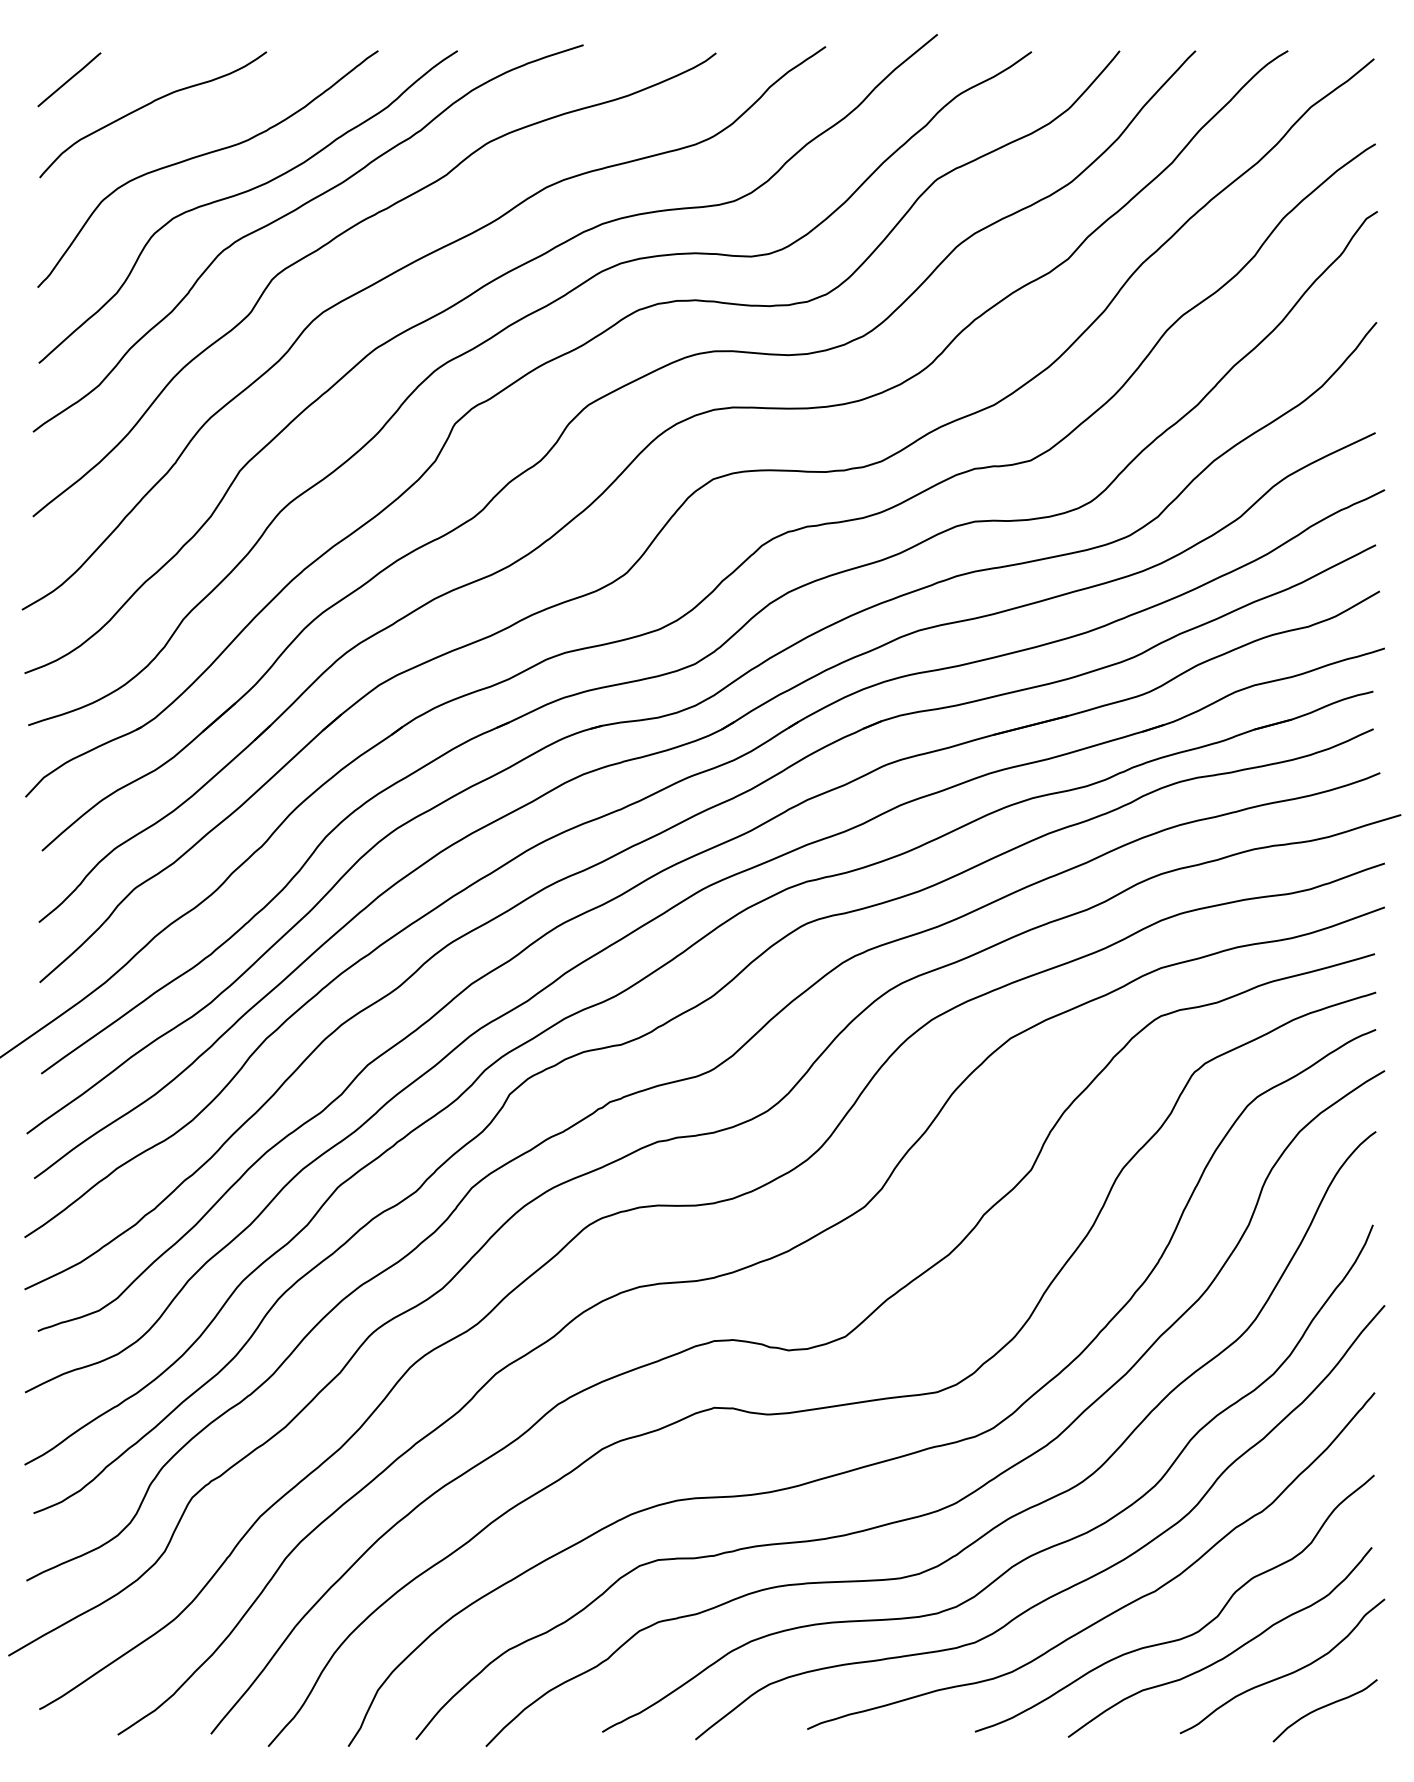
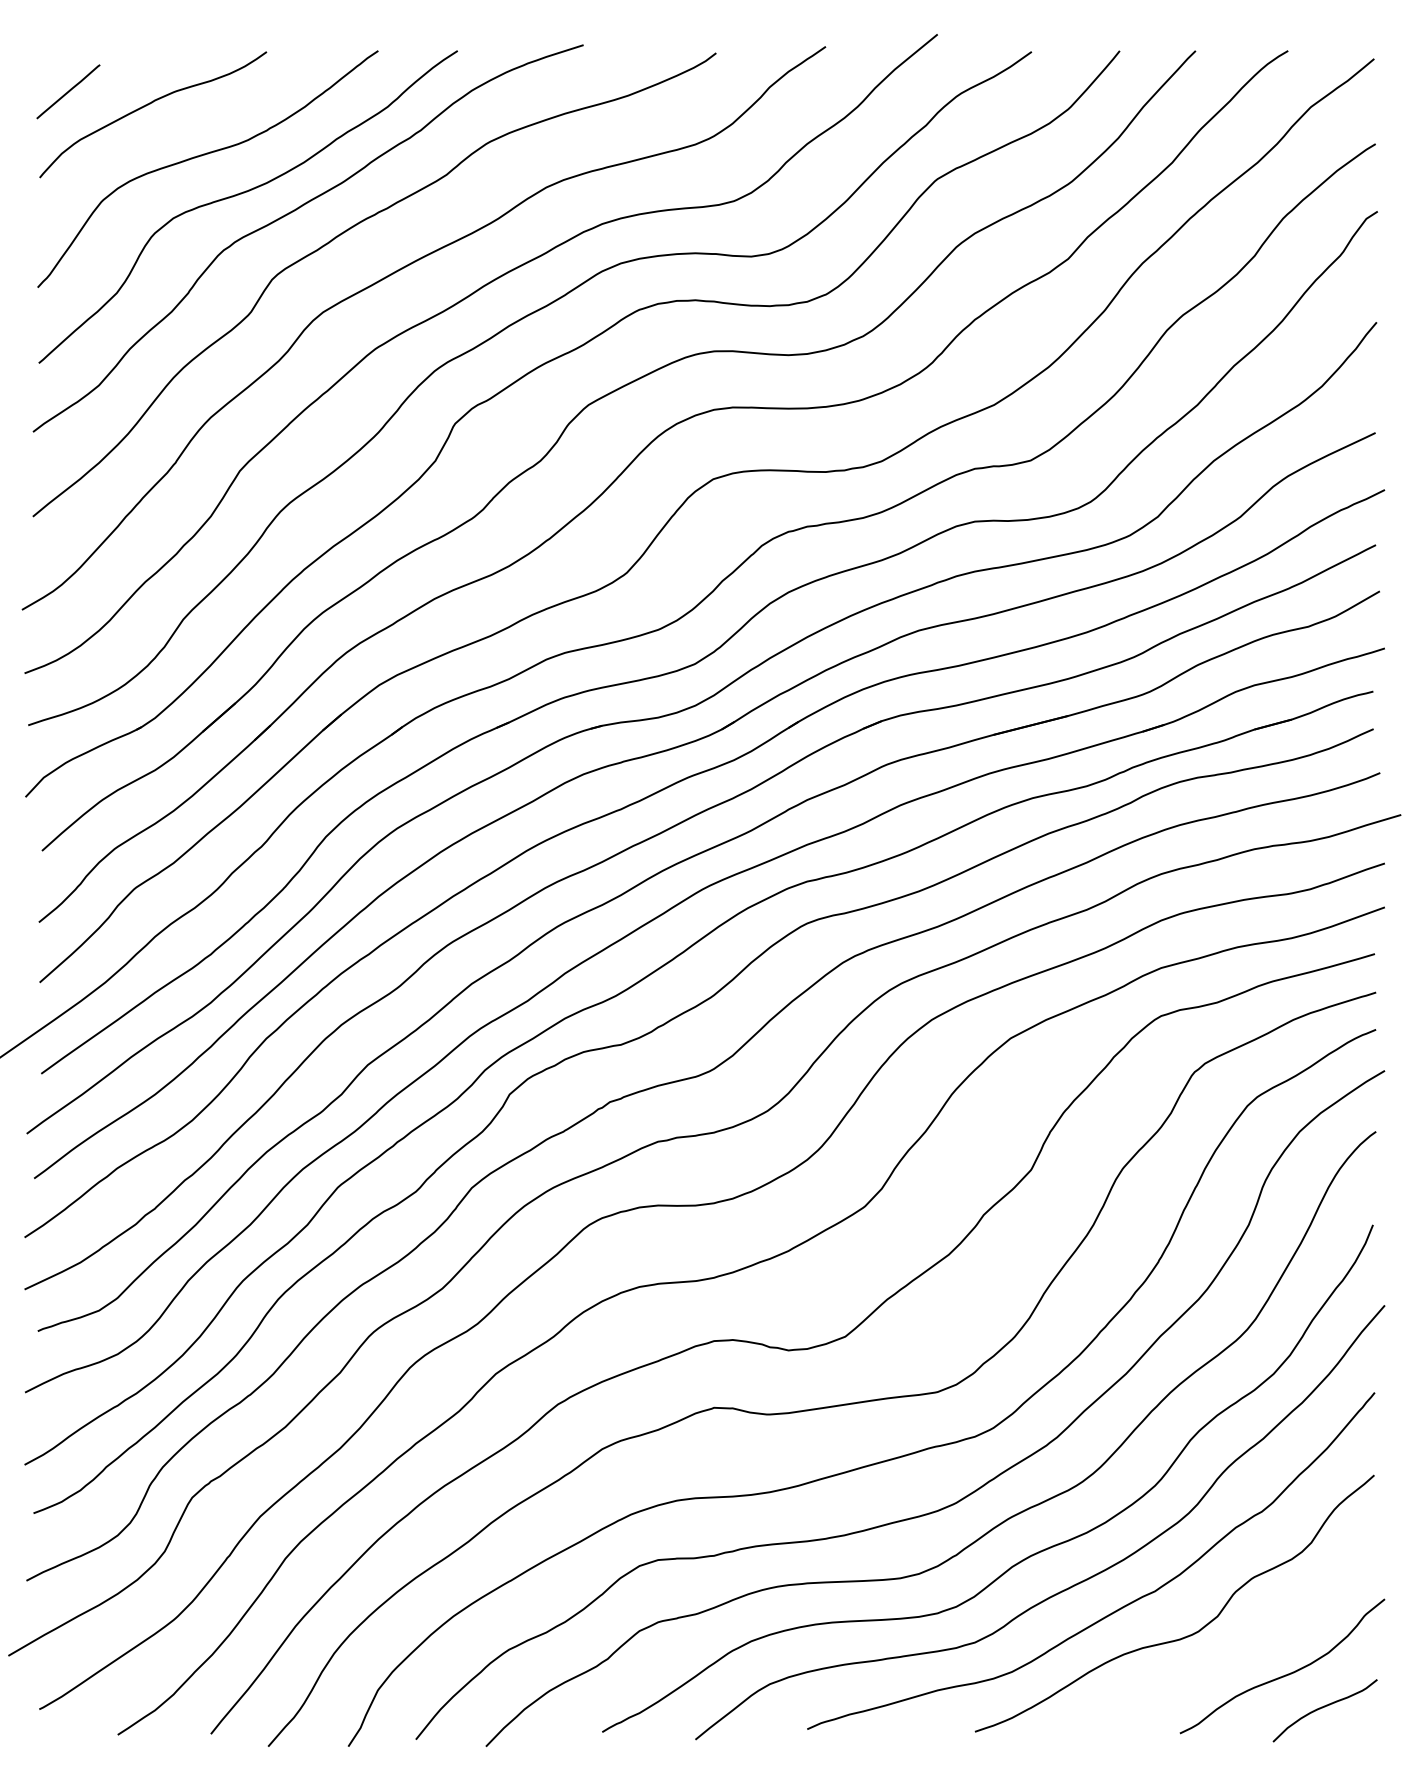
line at (69, 79) position: (69, 79) -> (68, 91)
curve at (1227, 1654): present -> none
